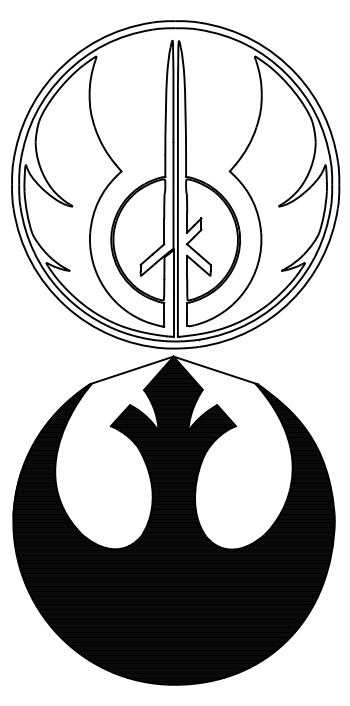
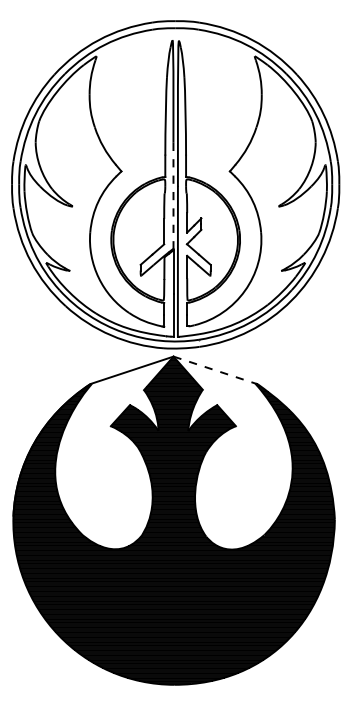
line at (173, 195): solid -> dashed
line at (216, 370): solid -> dashed
